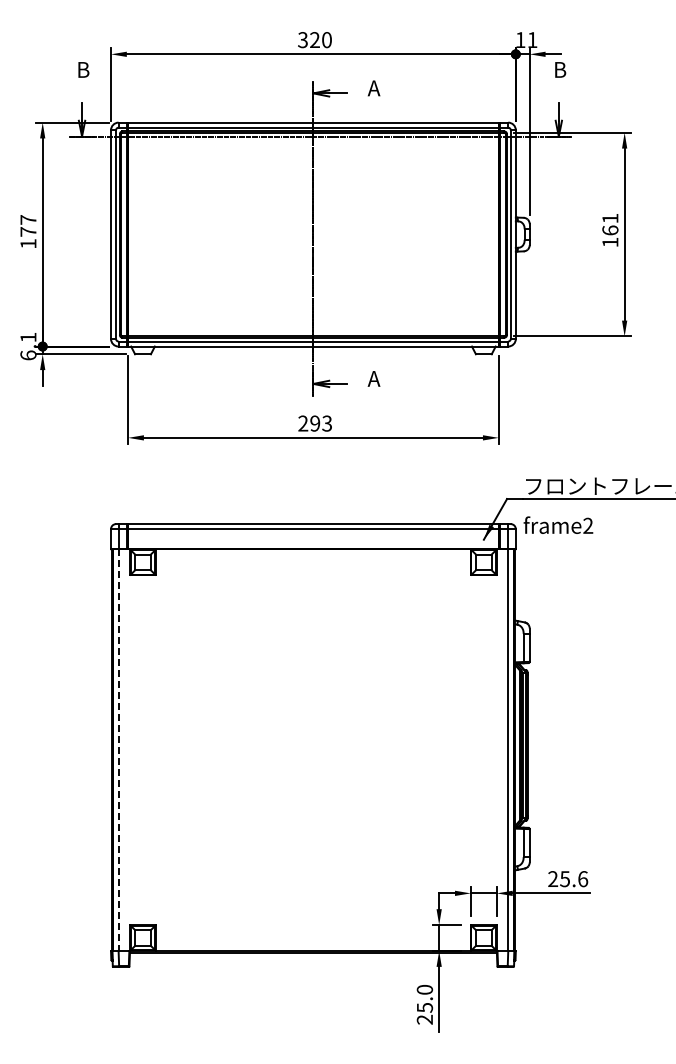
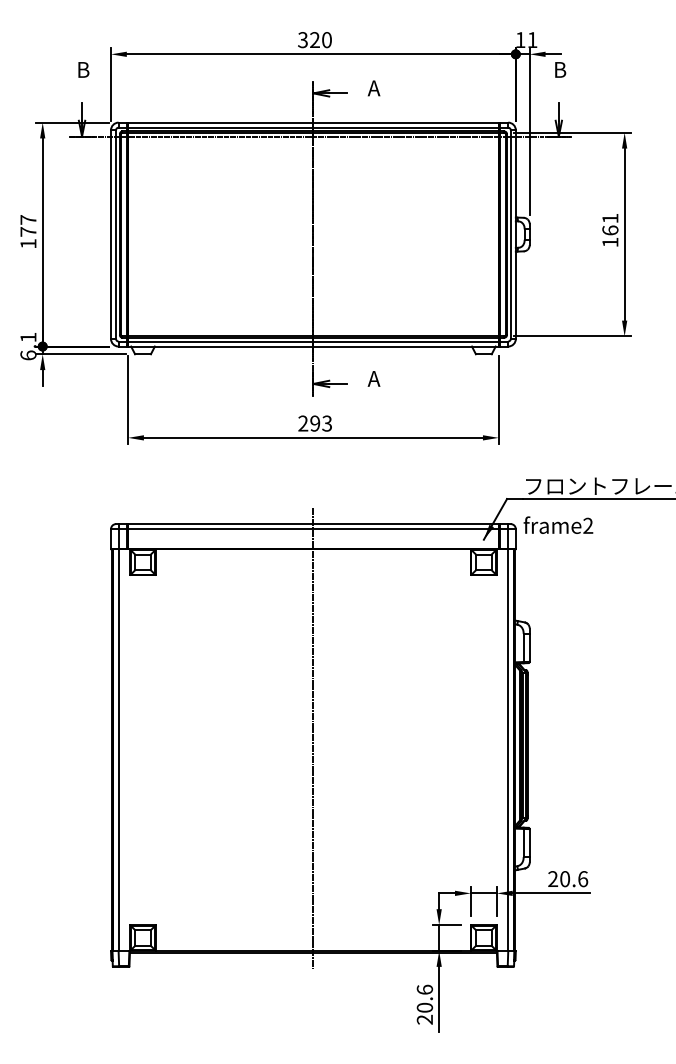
line at (313, 738): none -> present
line at (118, 750): dashed -> solid
text at (565, 879): 25.6 -> 20.6
text at (424, 998): 25.0 -> 20.6
